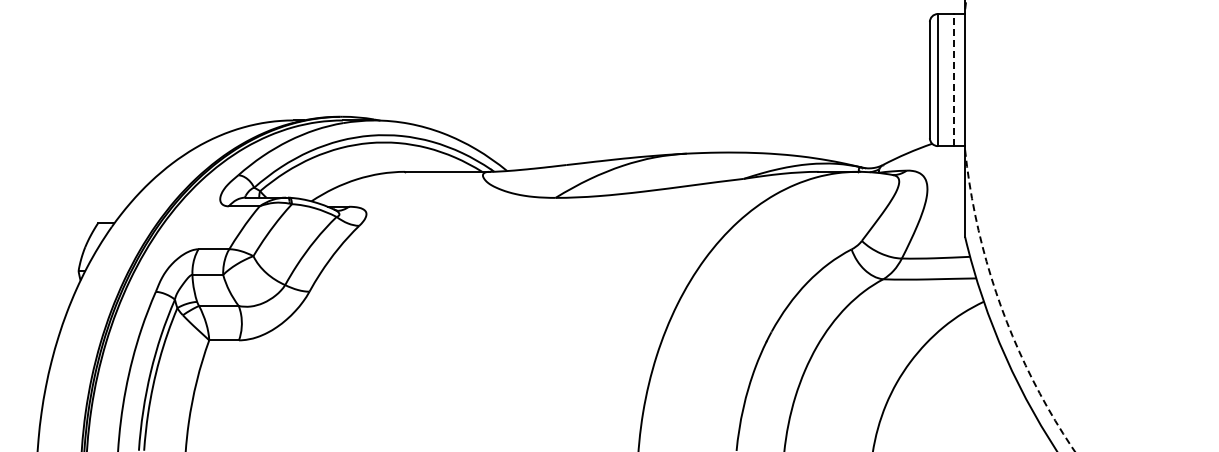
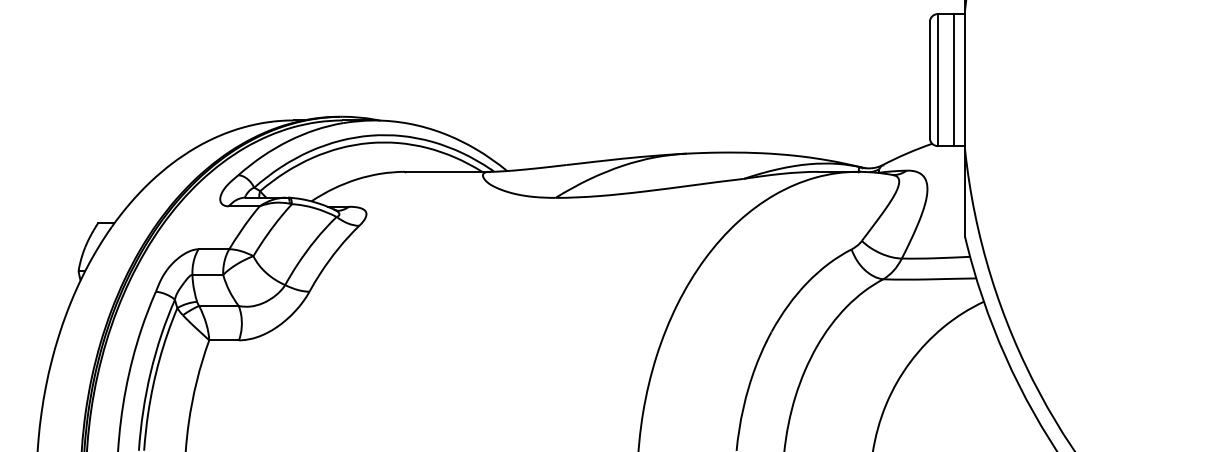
line at (954, 79): dashed -> solid
arc at (1003, 311): dashed -> solid
